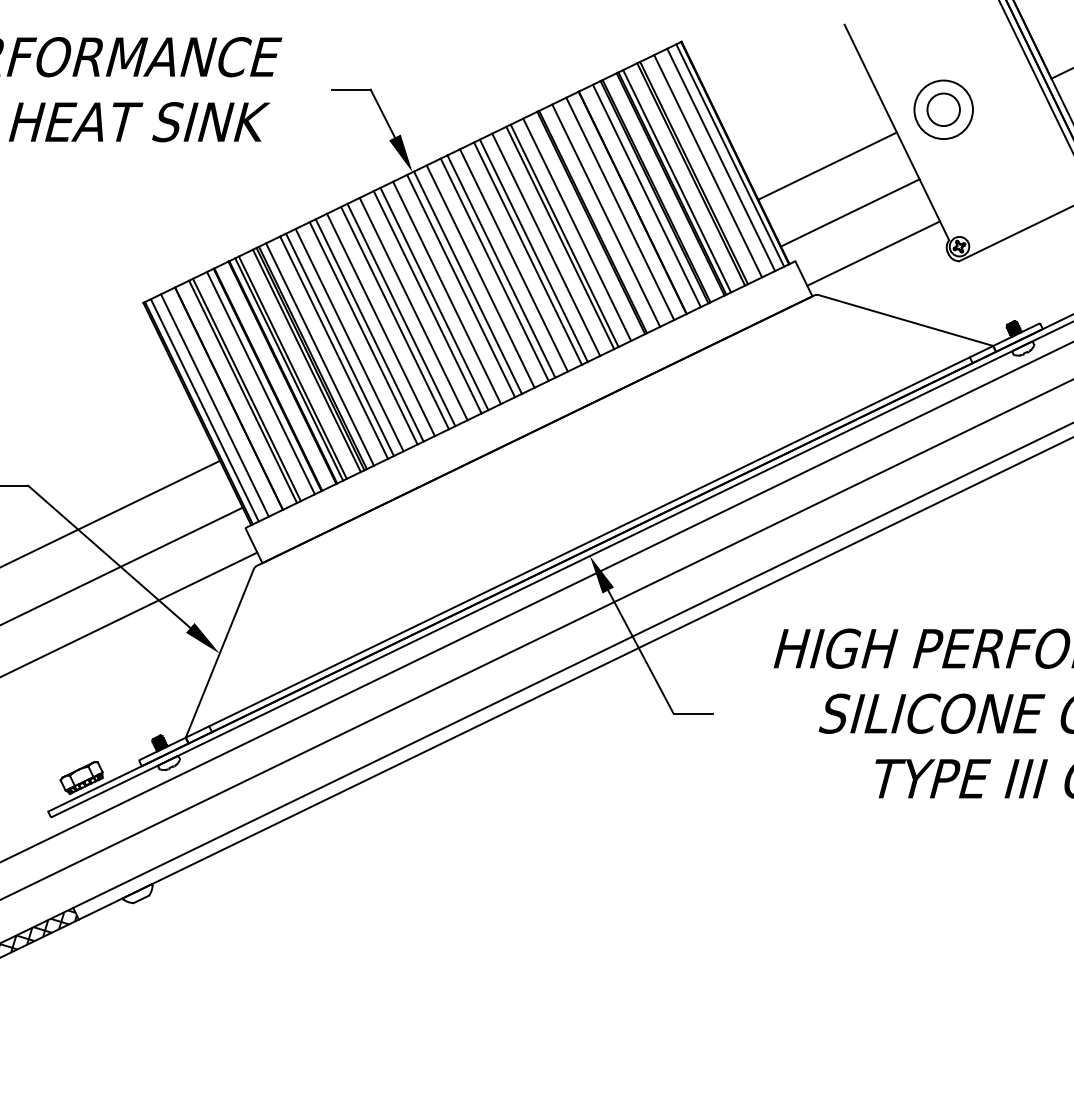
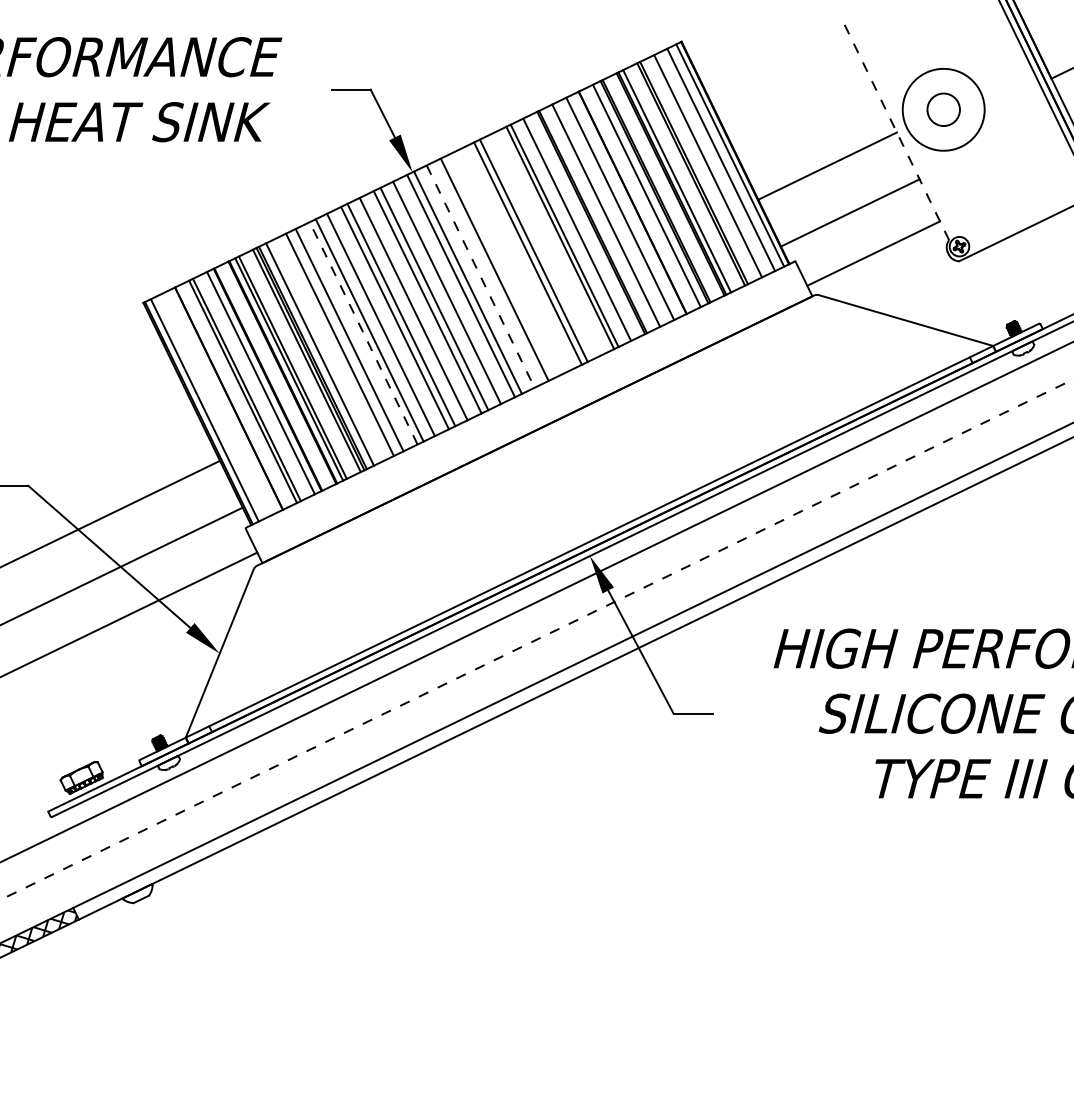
circle at (943, 109) diameter: 59 px -> 82 px
line at (896, 132): solid -> dashed
line at (546, 244): present -> none
line at (513, 260): present -> none
line at (501, 266): present -> none
line at (480, 276): solid -> dashed
line at (363, 333): solid -> dashed
line at (334, 347): present -> none
line at (214, 405): present -> none
line at (536, 639): solid -> dashed
